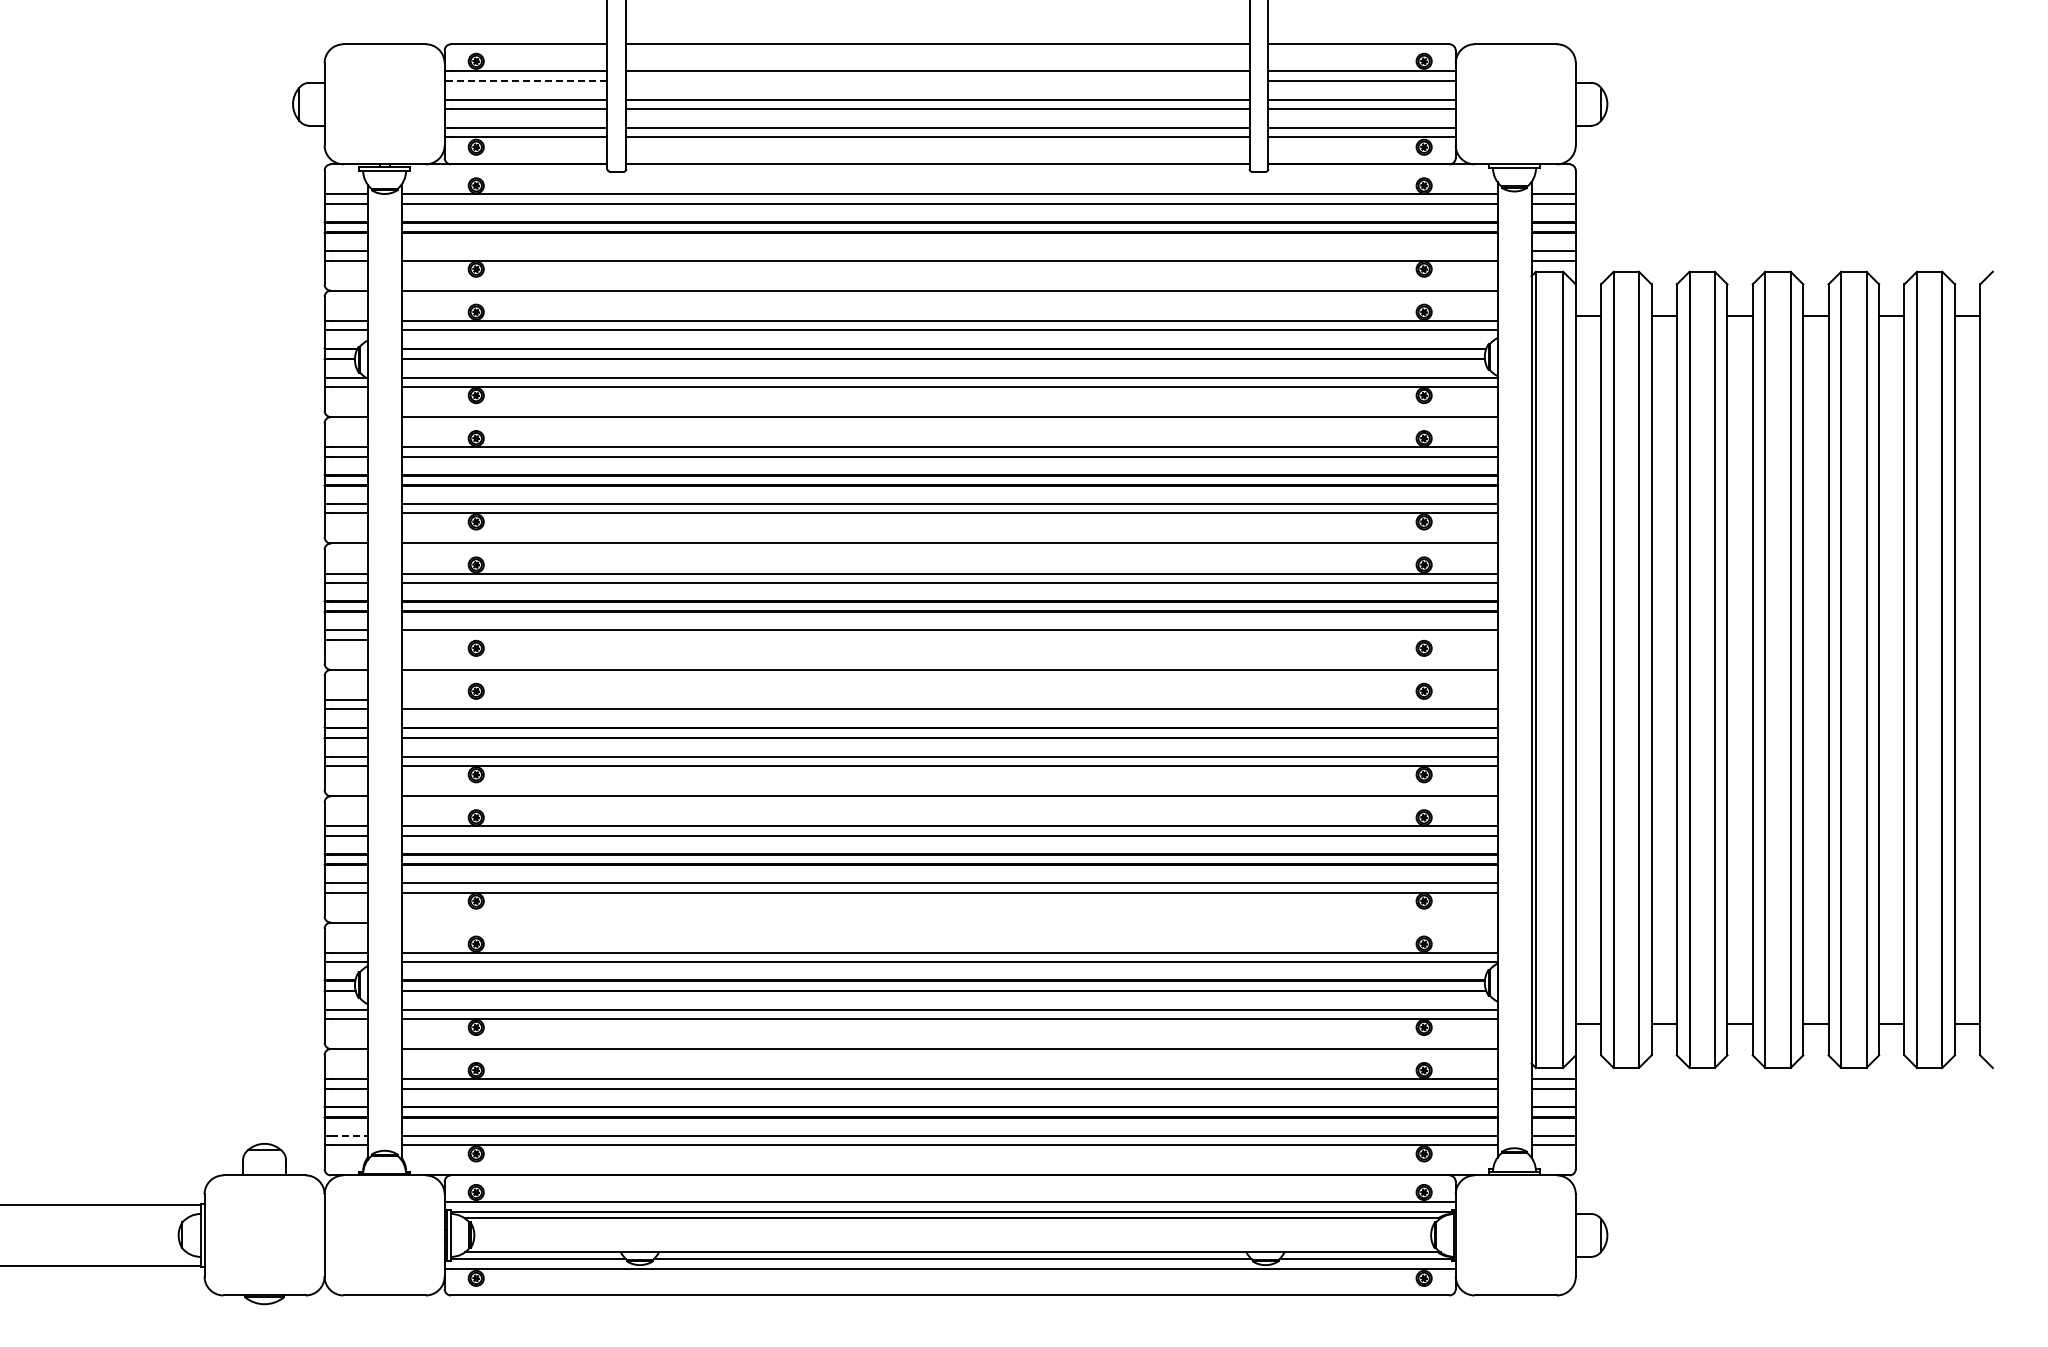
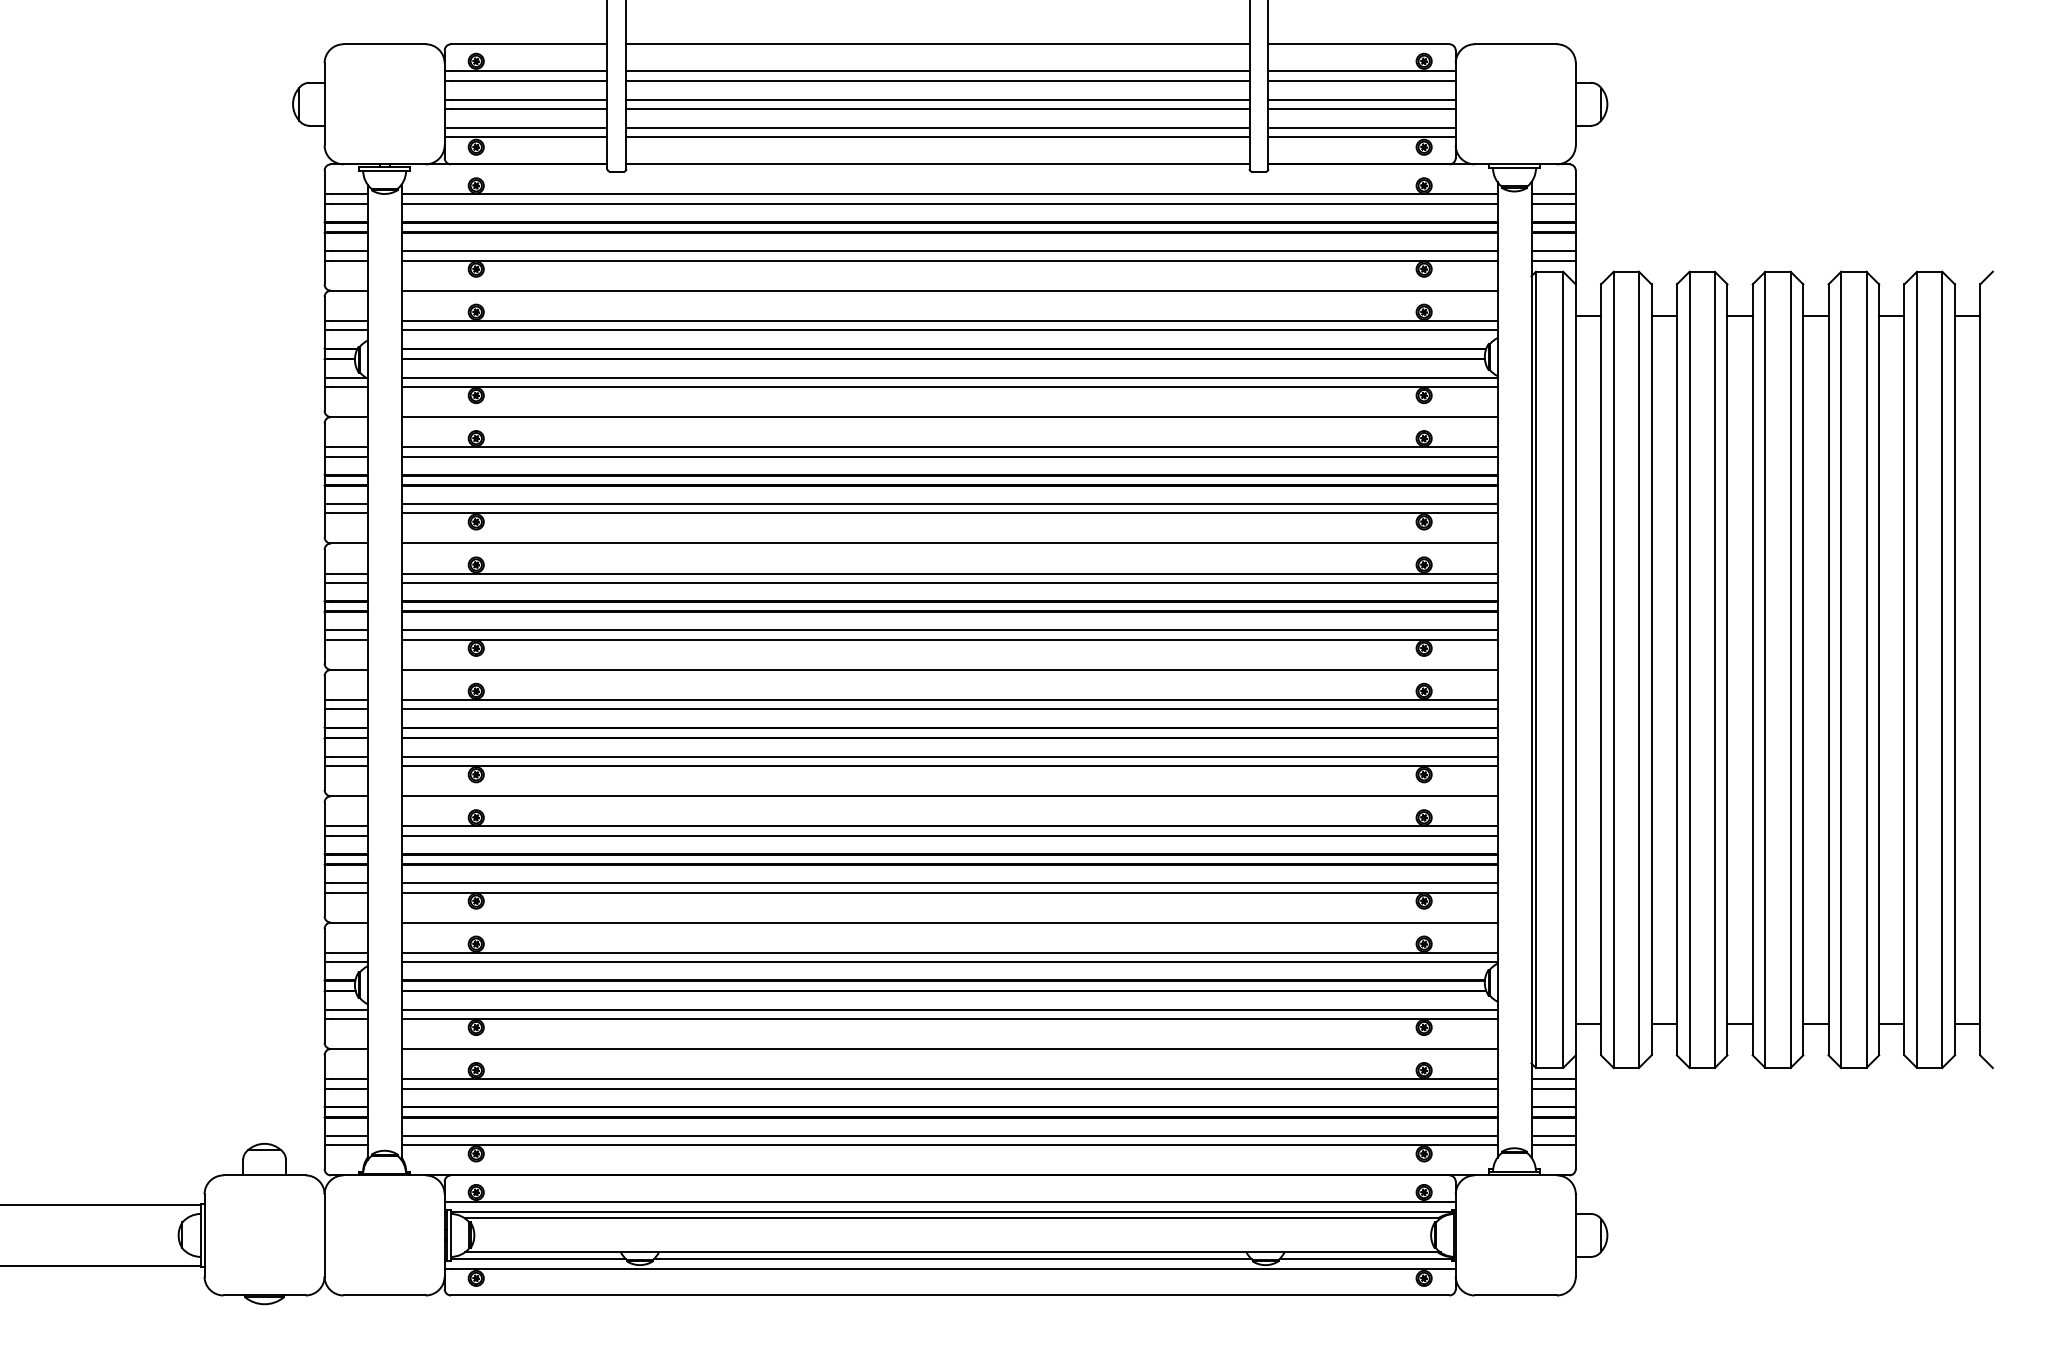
line at (528, 80): dashed -> solid
line at (937, 80): none -> present
line at (949, 251): none -> present
line at (949, 639): none -> present
line at (949, 699): none -> present
line at (949, 922): none -> present
line at (349, 1135): dashed -> solid
